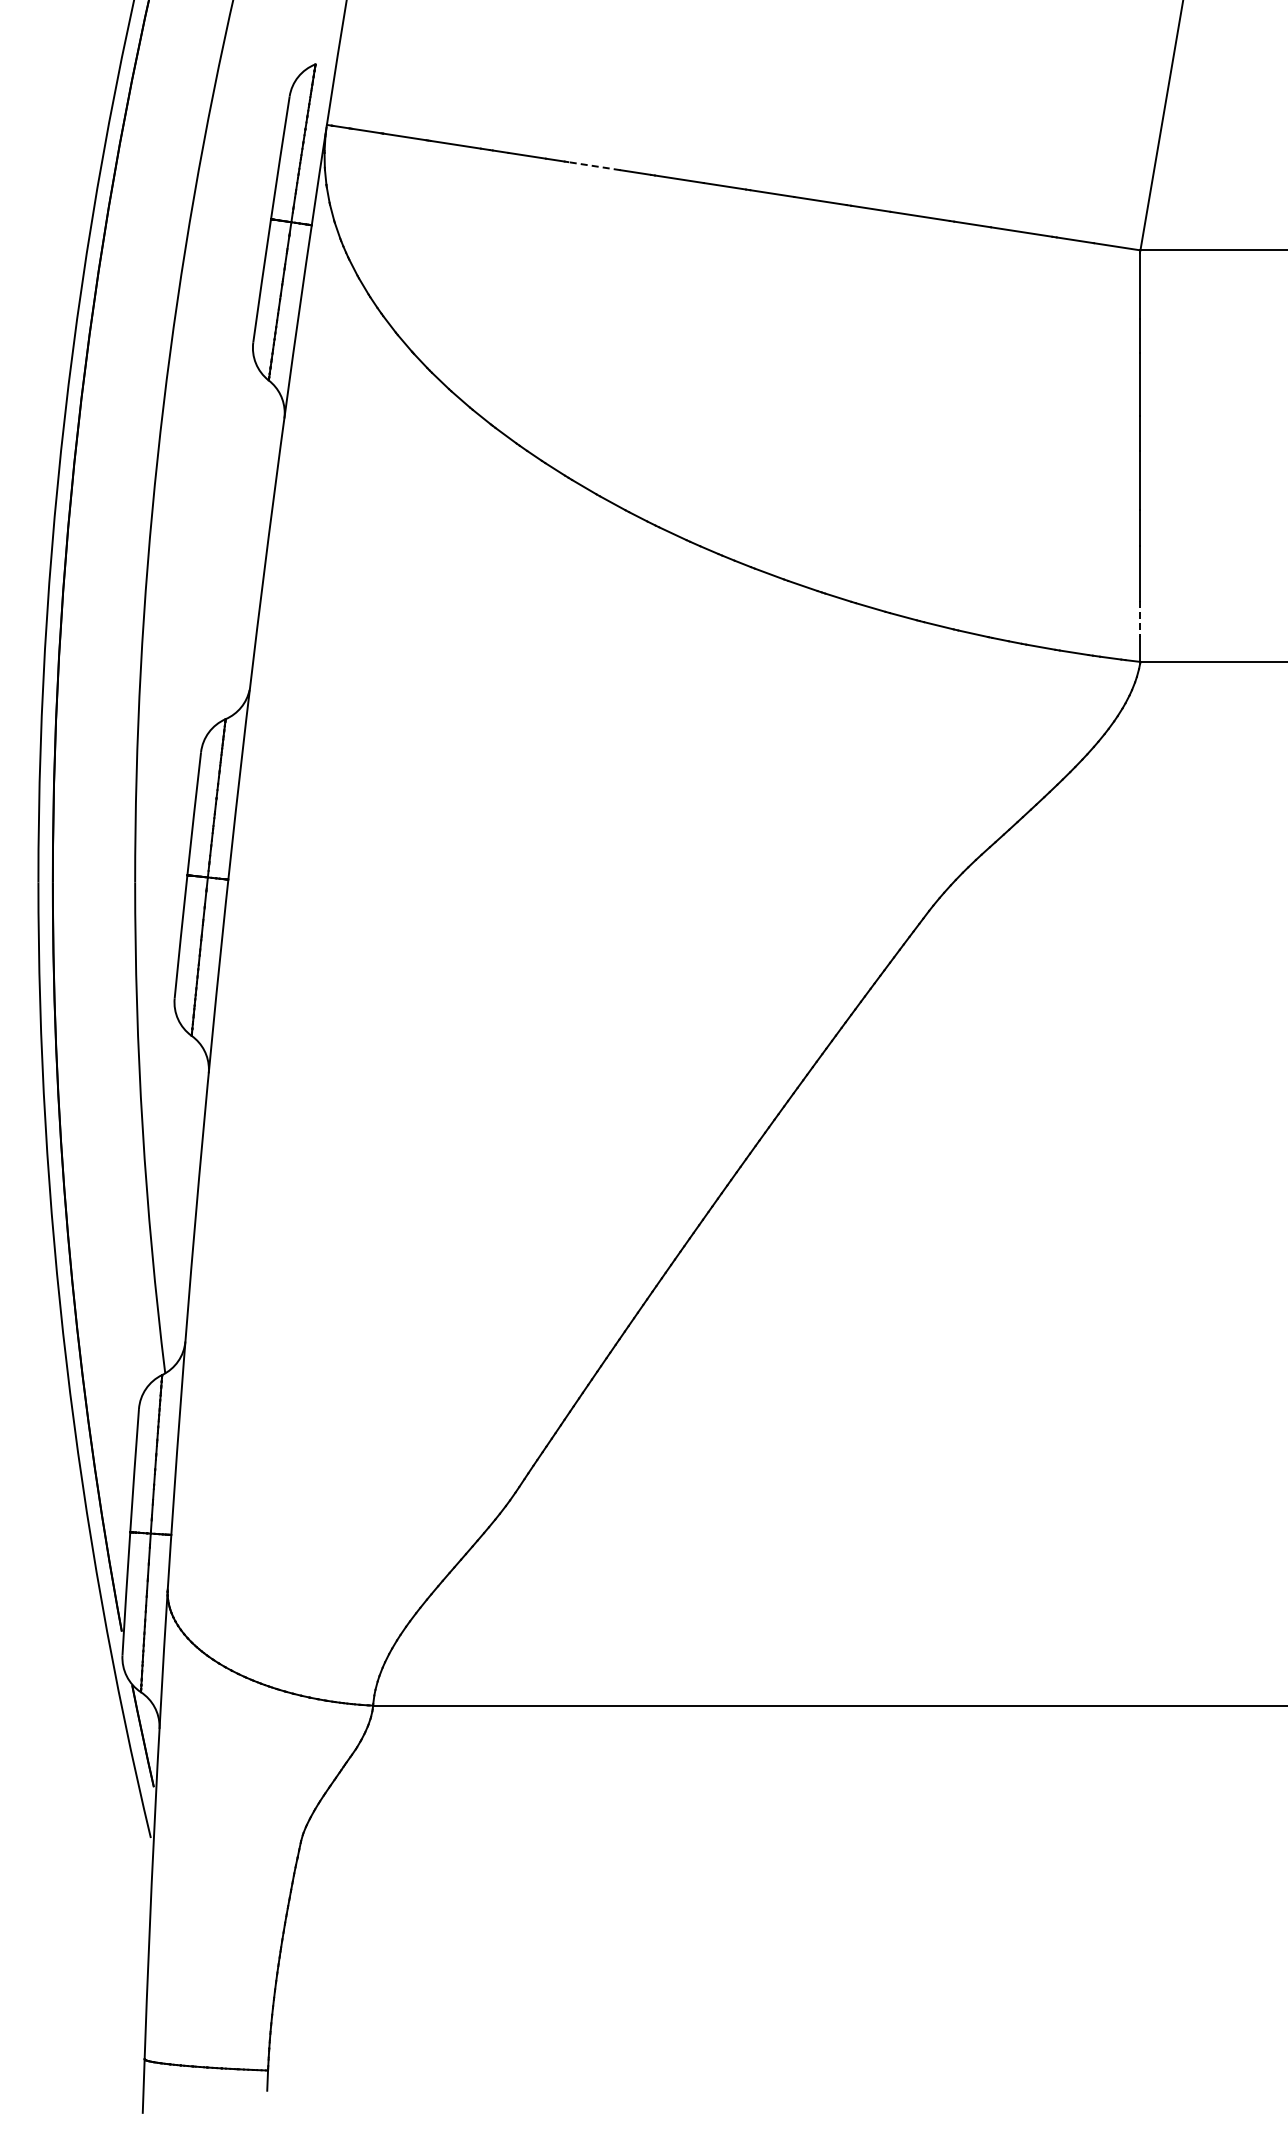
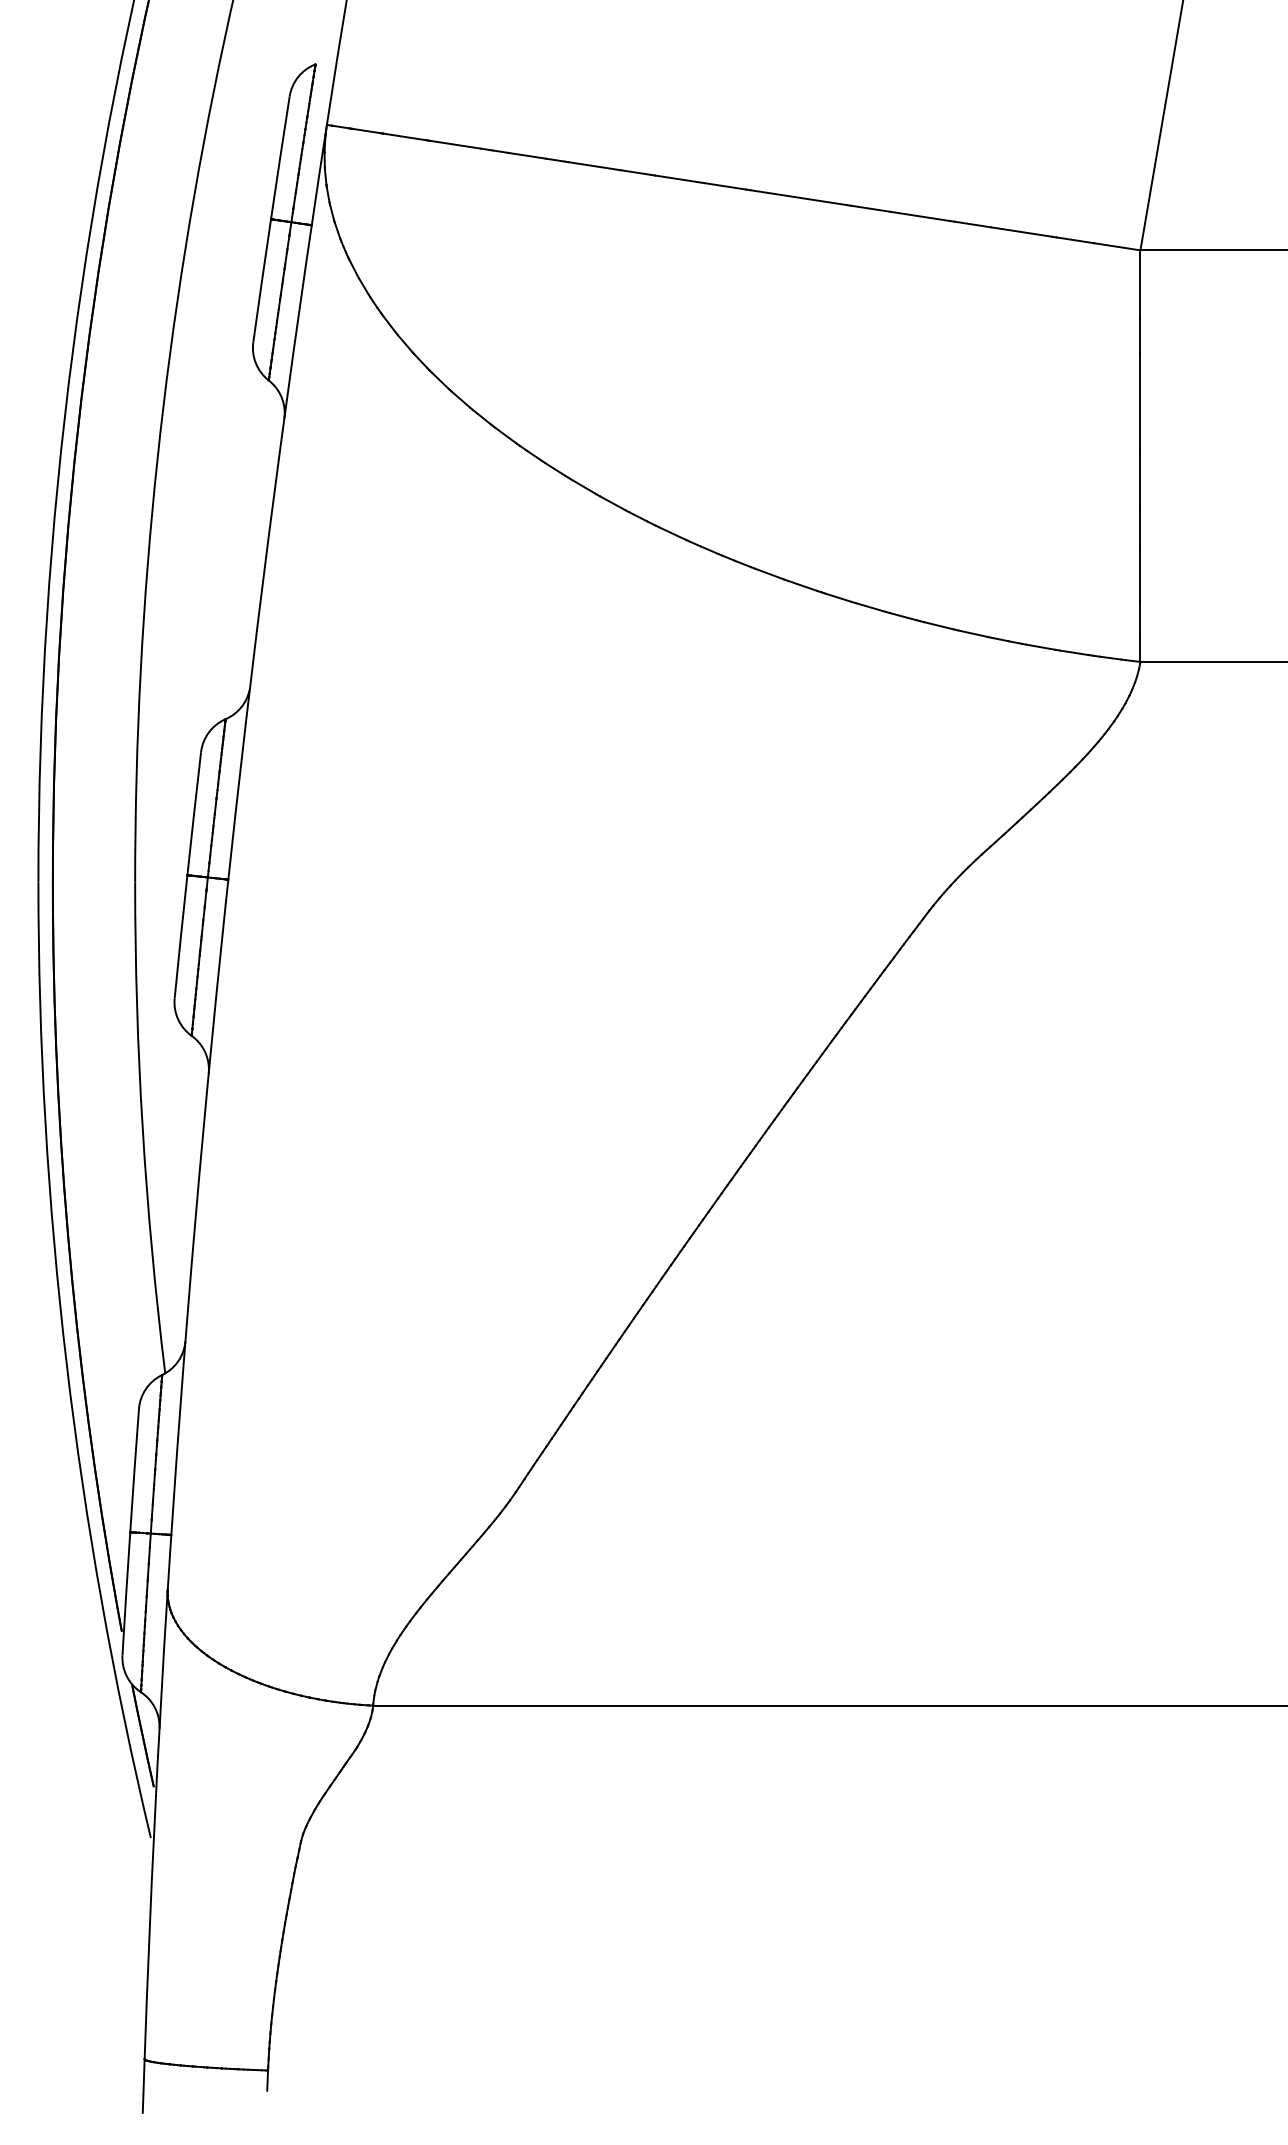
line at (594, 166): dashed -> solid
line at (1140, 619): dashed -> solid
